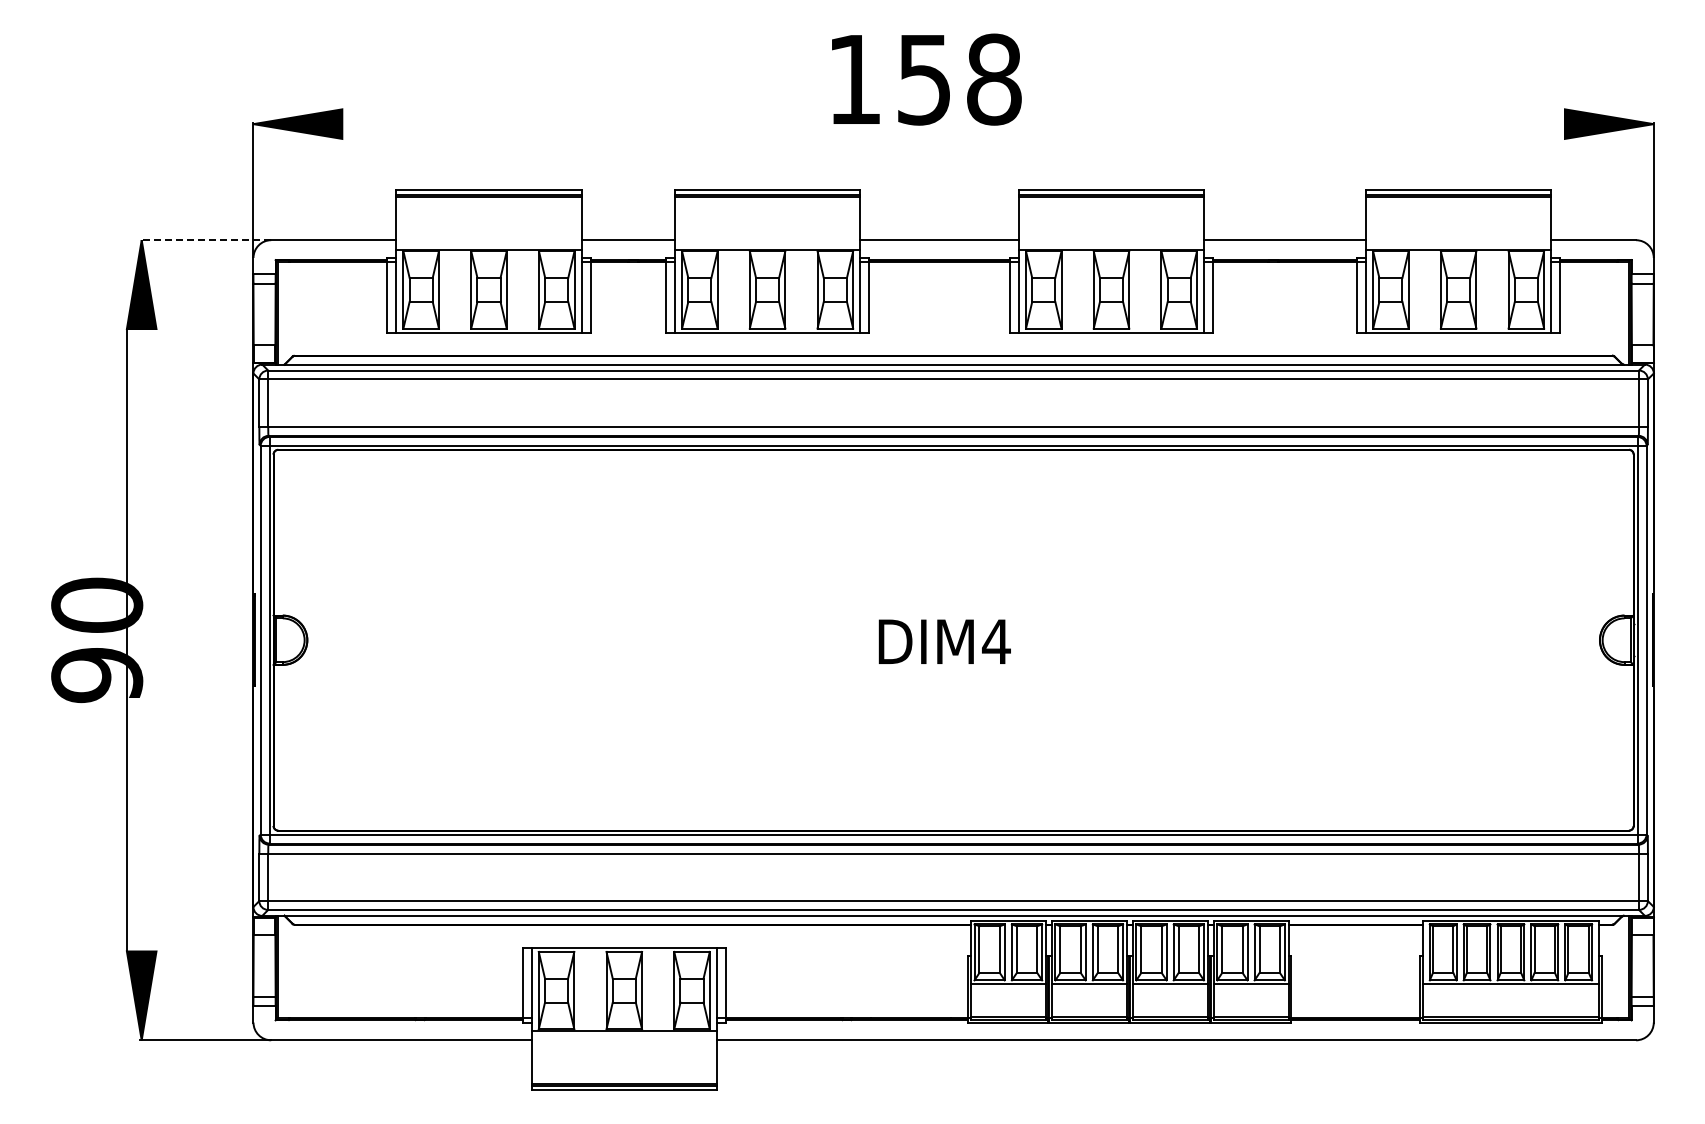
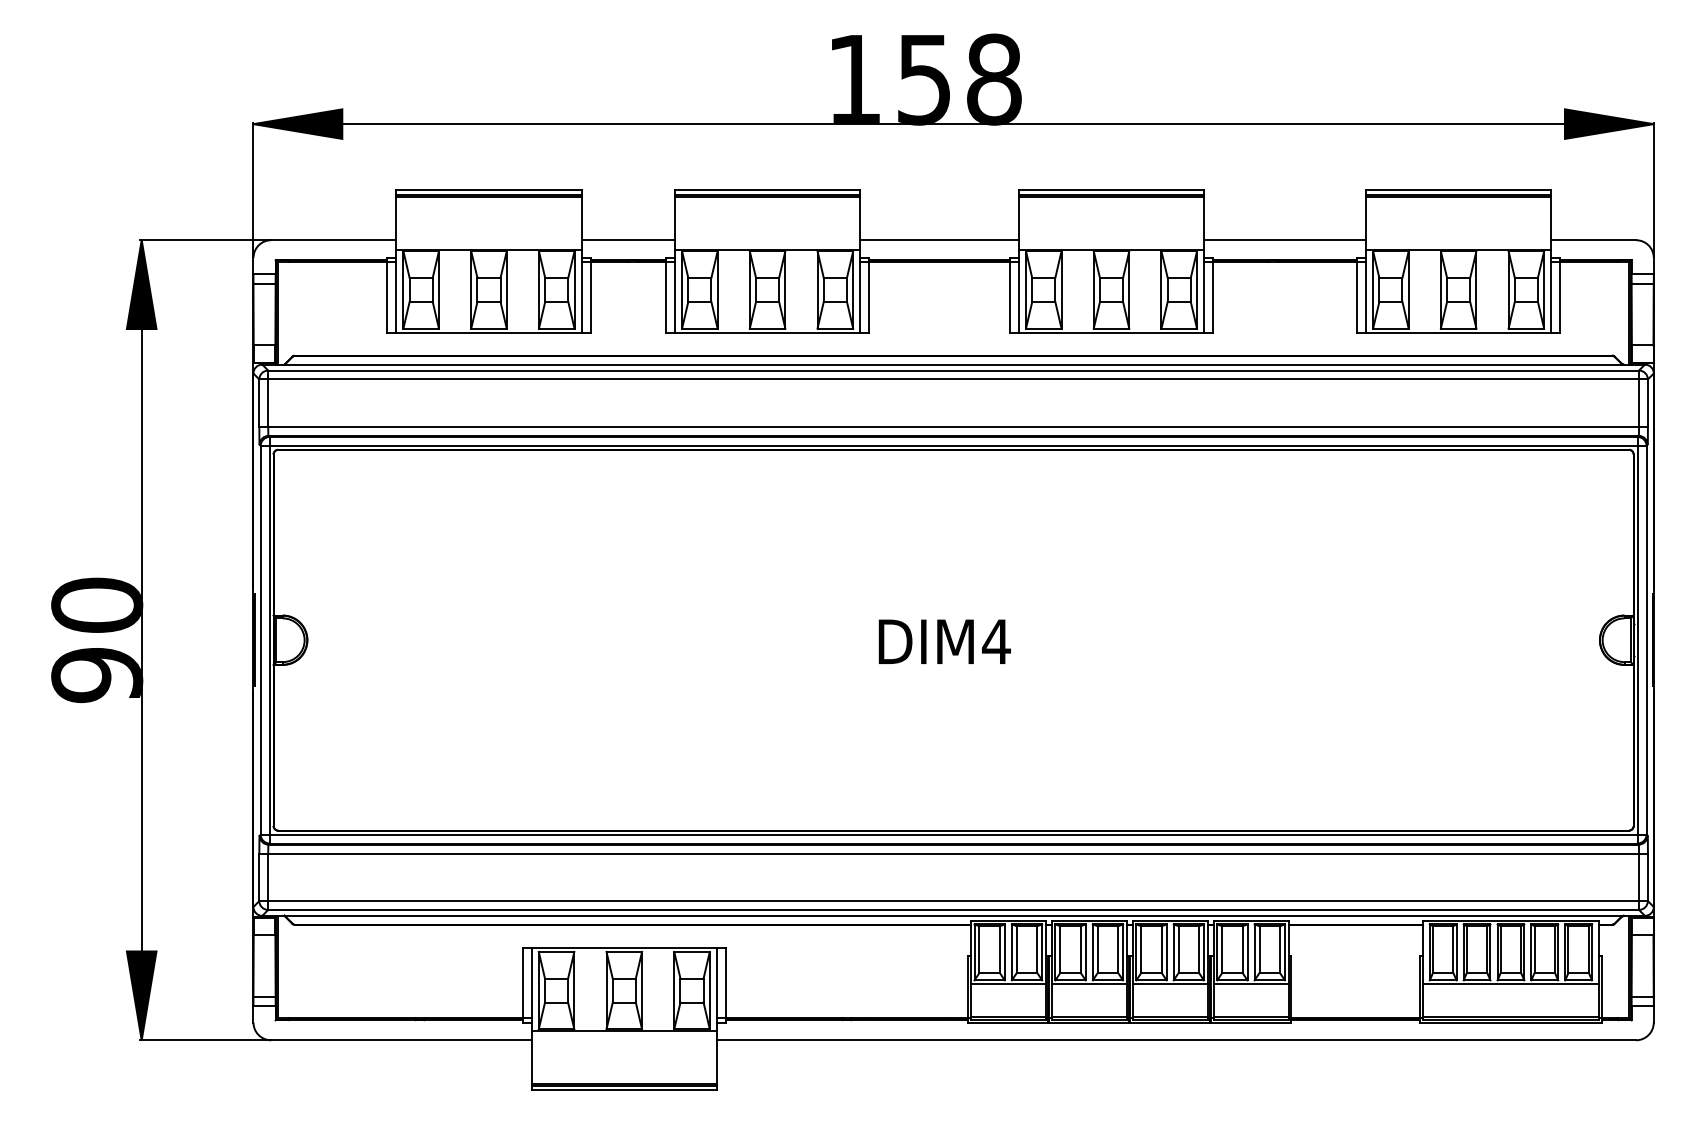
line at (953, 124): none -> present
line at (204, 240): dashed -> solid
line at (126, 640) position: (126, 640) -> (141, 640)
